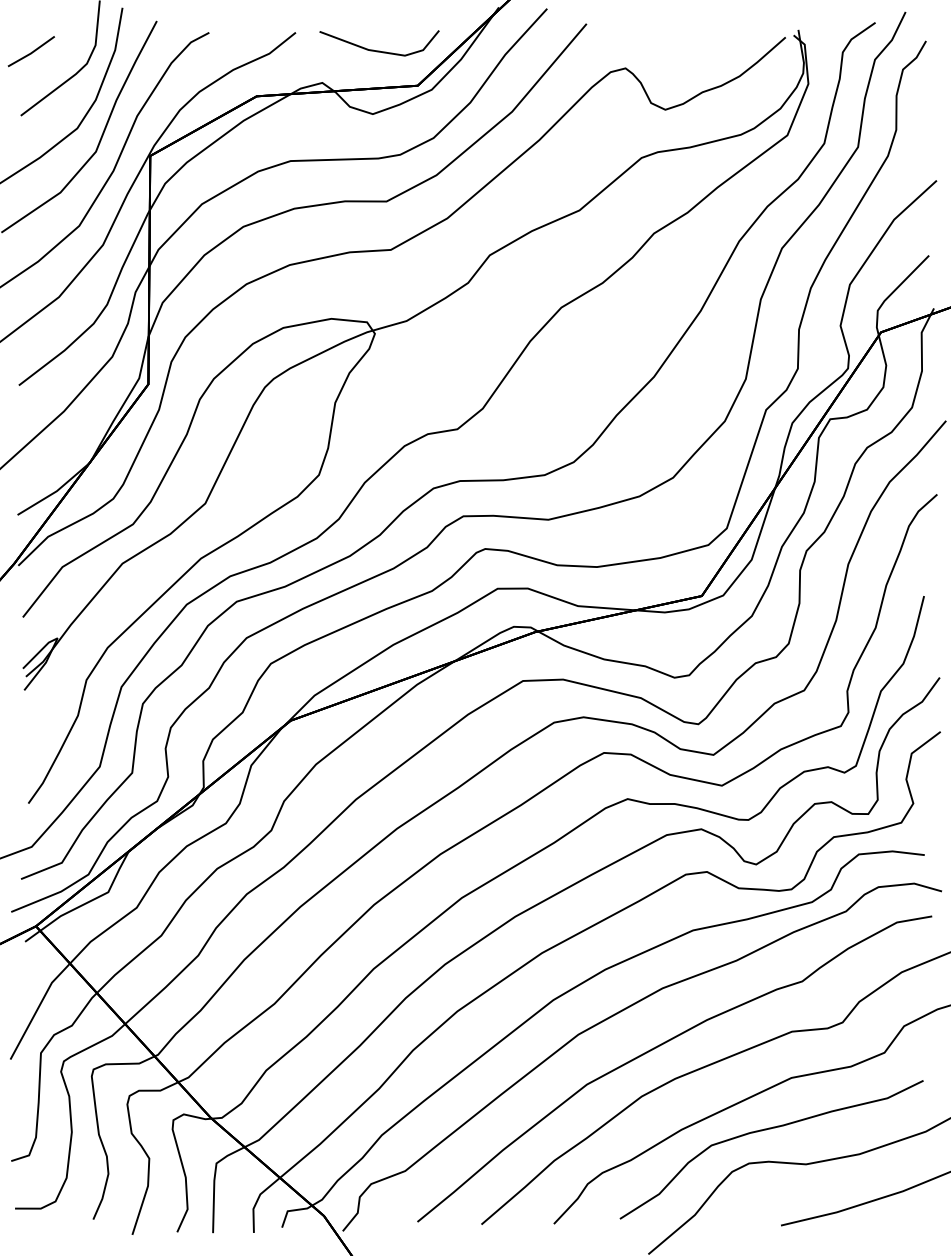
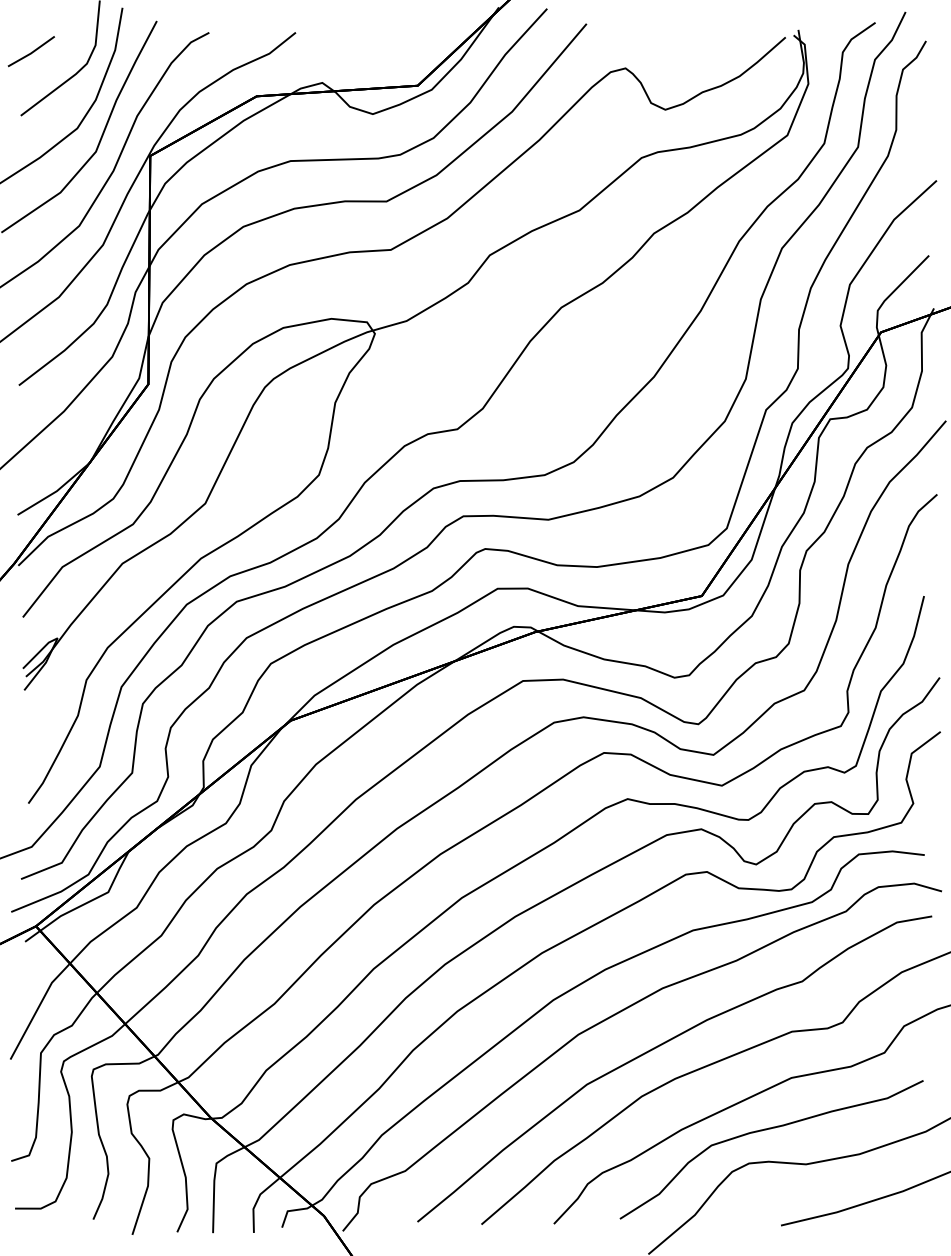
line at (379, 50): present -> none
